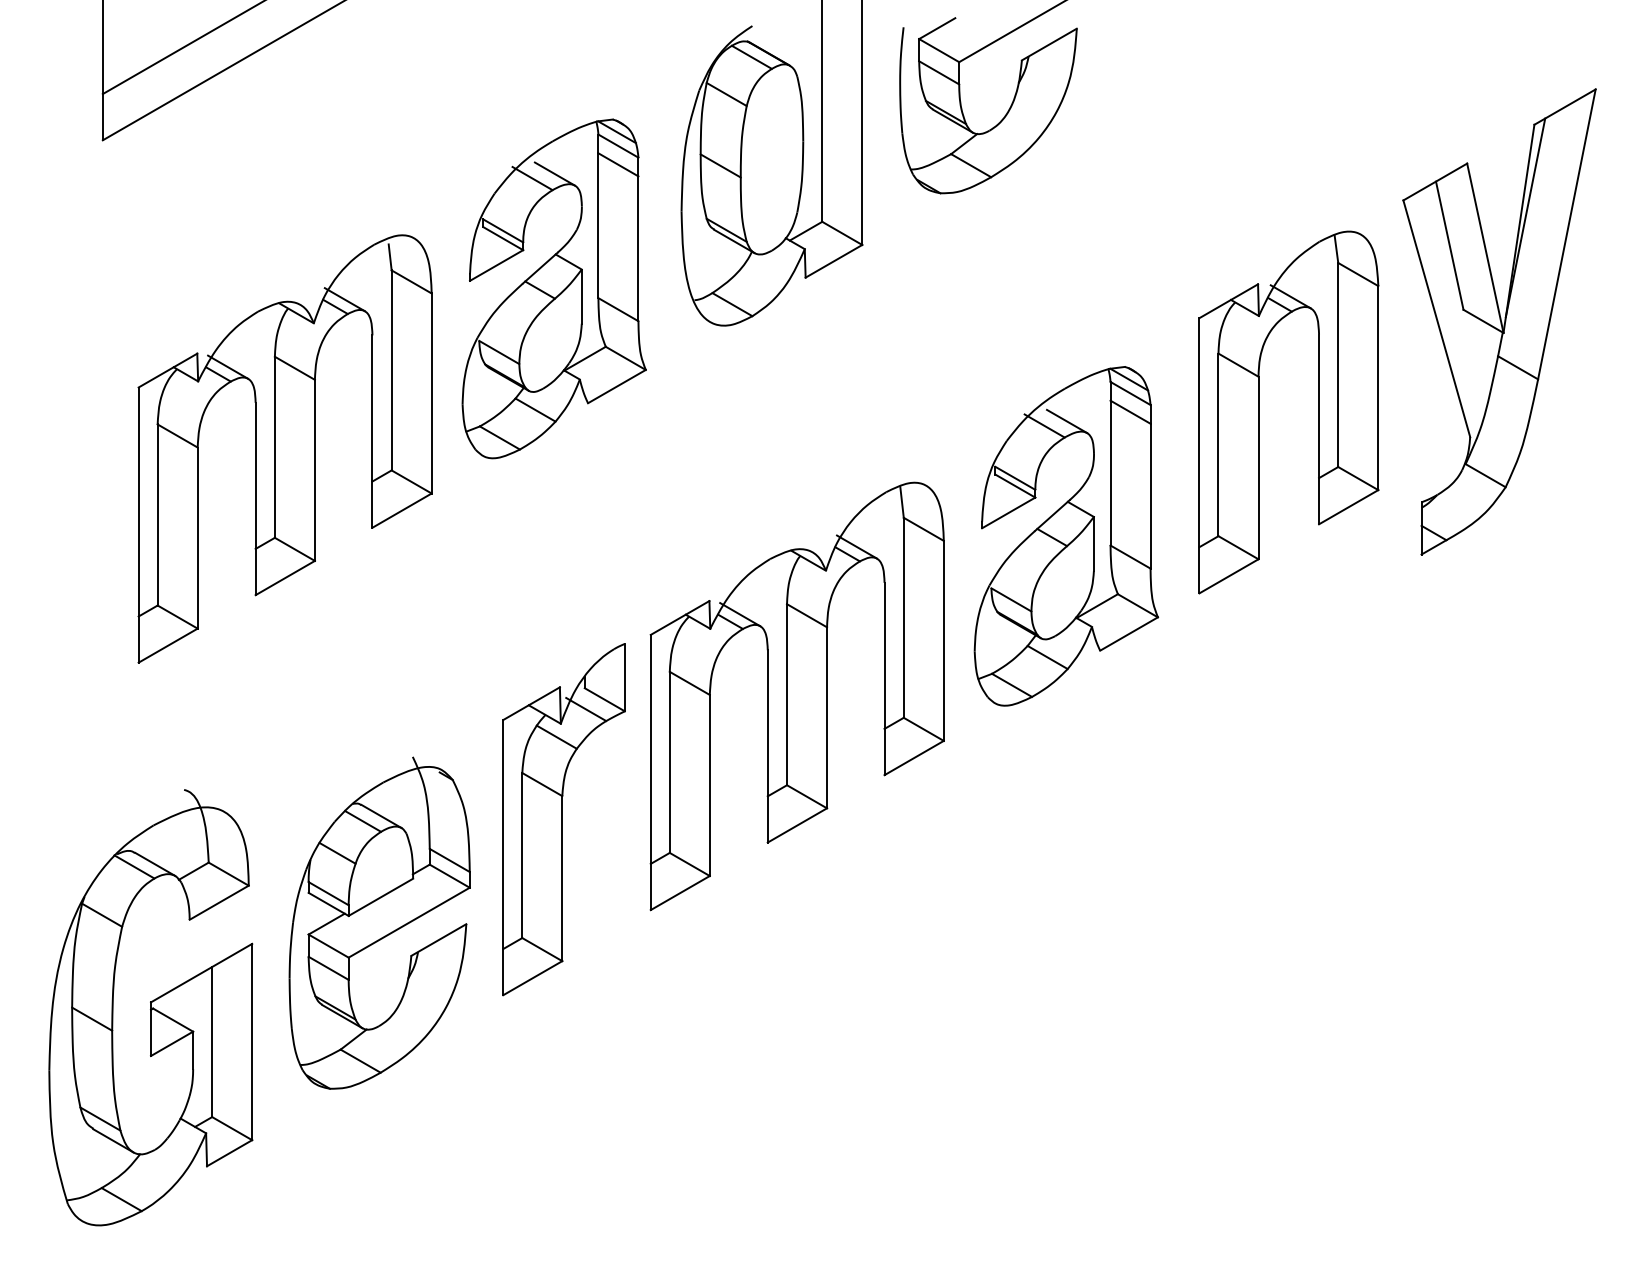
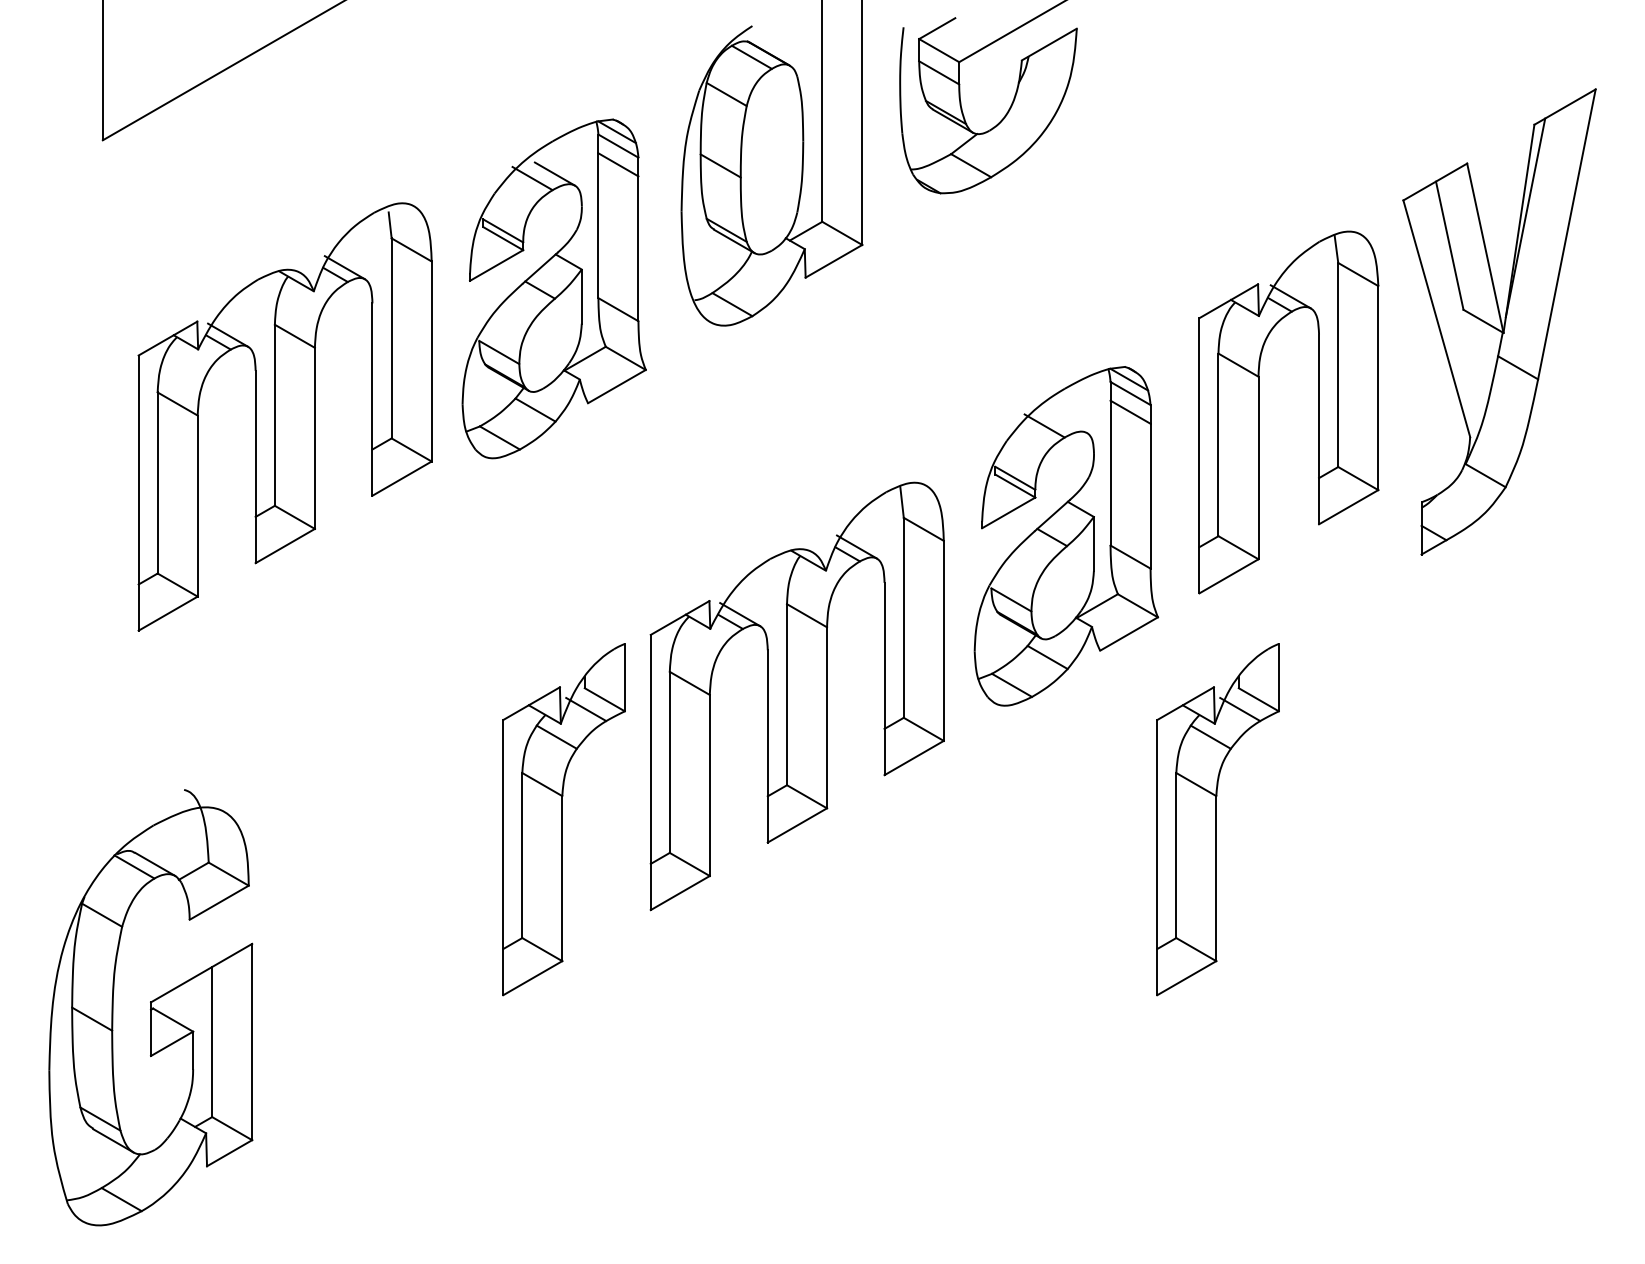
line at (181, 48): present -> none
line at (1066, 421): present -> none
part at (284, 448) position: (284, 448) -> (284, 416)
part at (1217, 819): none -> present
part at (379, 922): present -> none
